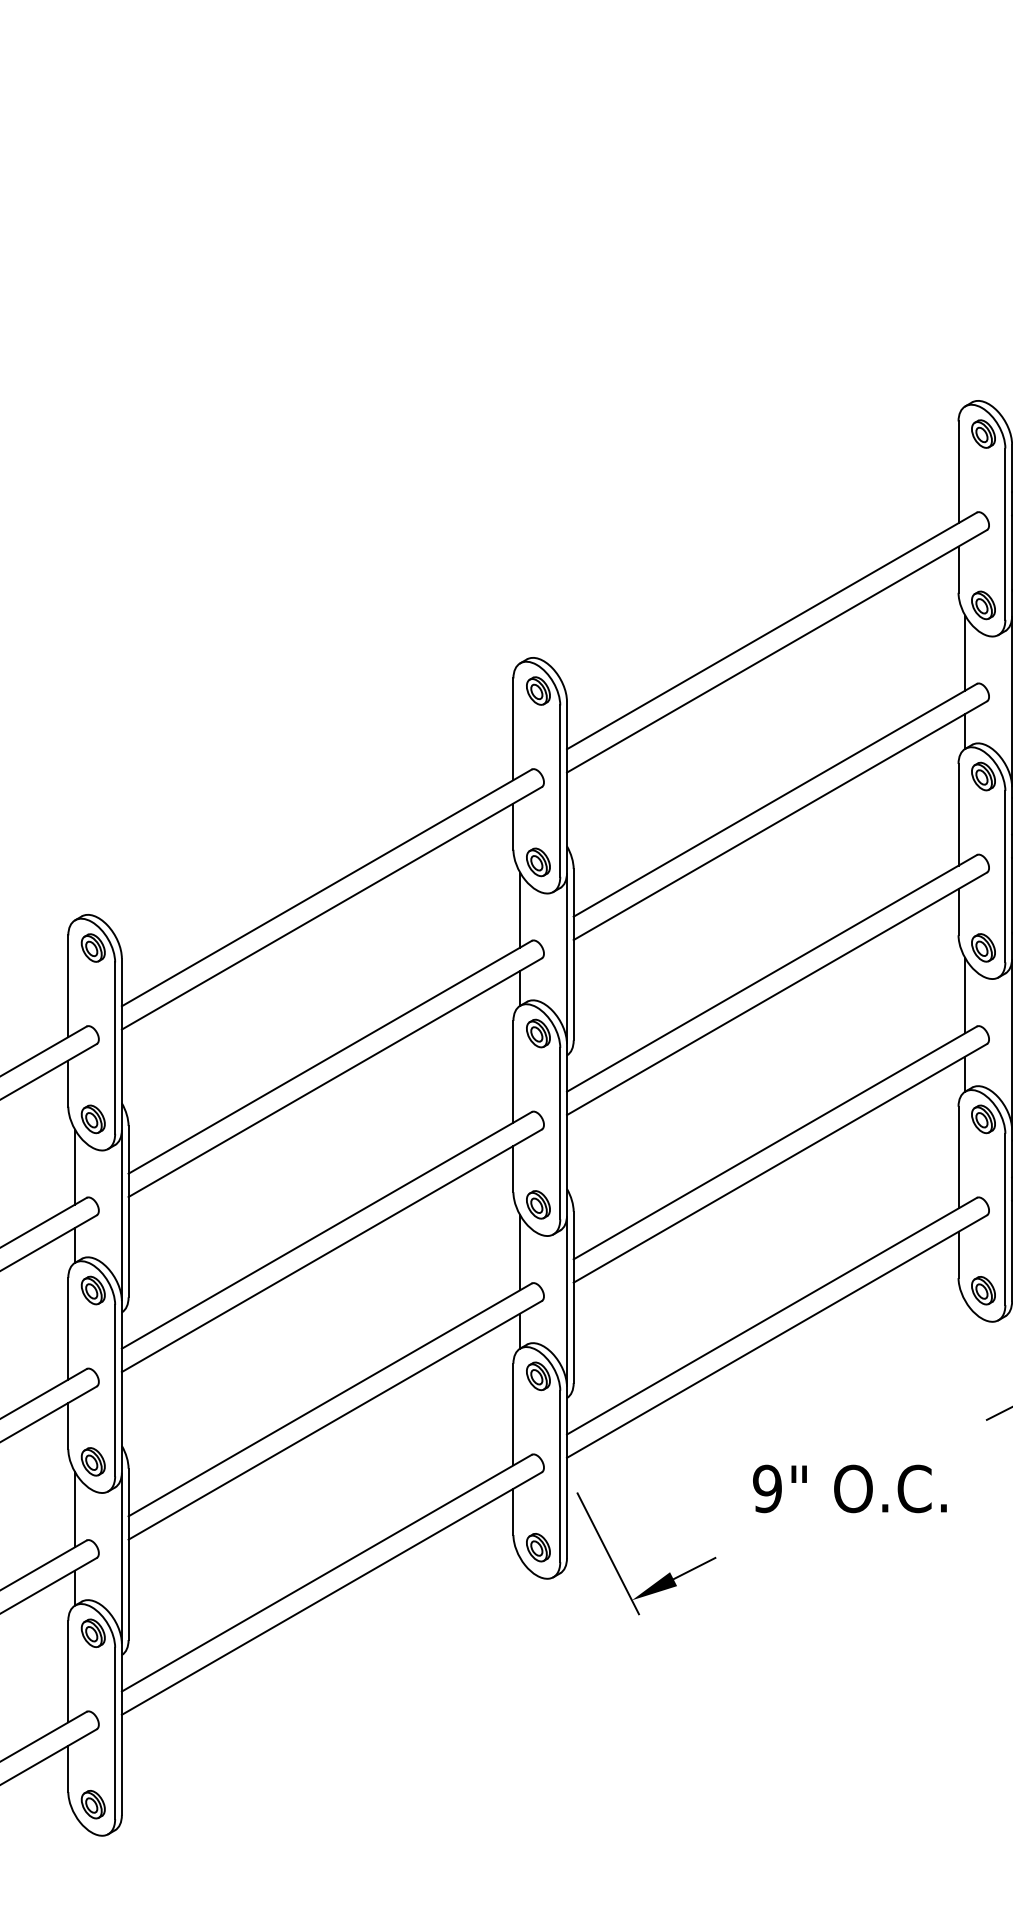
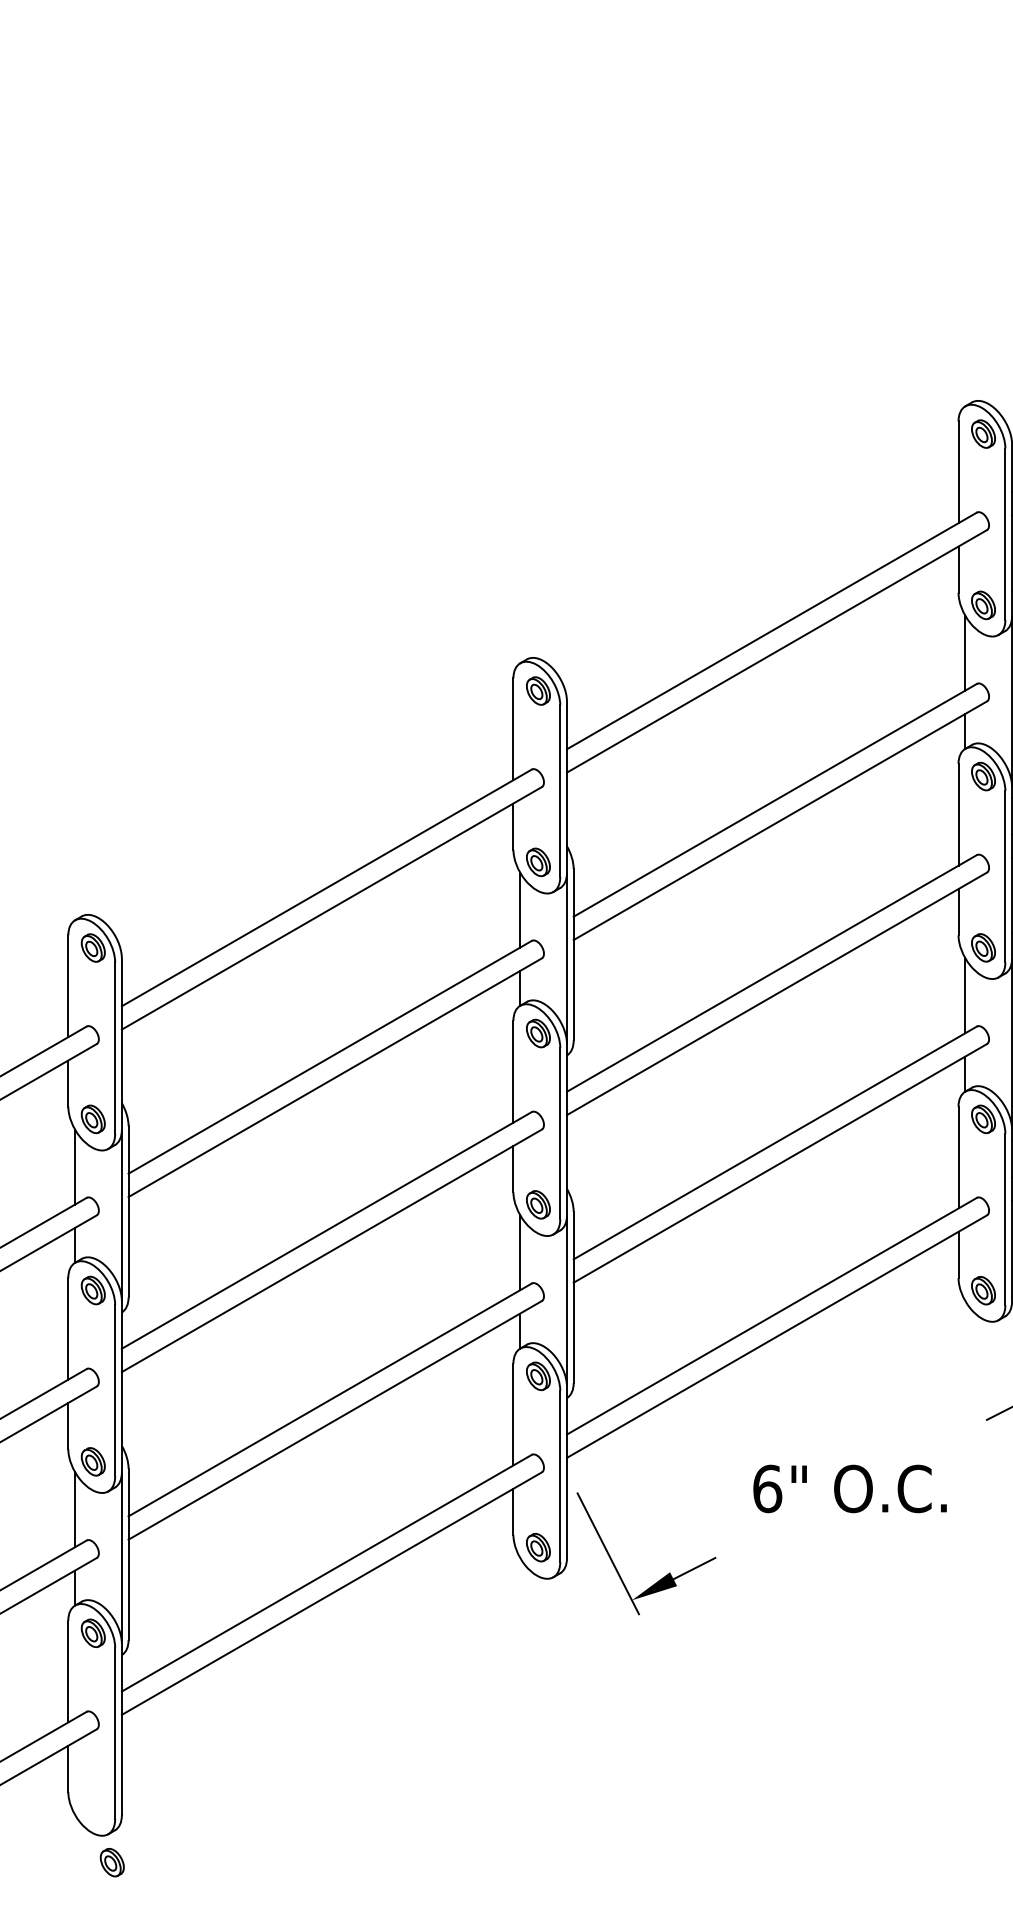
text at (767, 1488): 9" -> 6"
part at (92, 1804) position: (92, 1804) -> (111, 1862)
